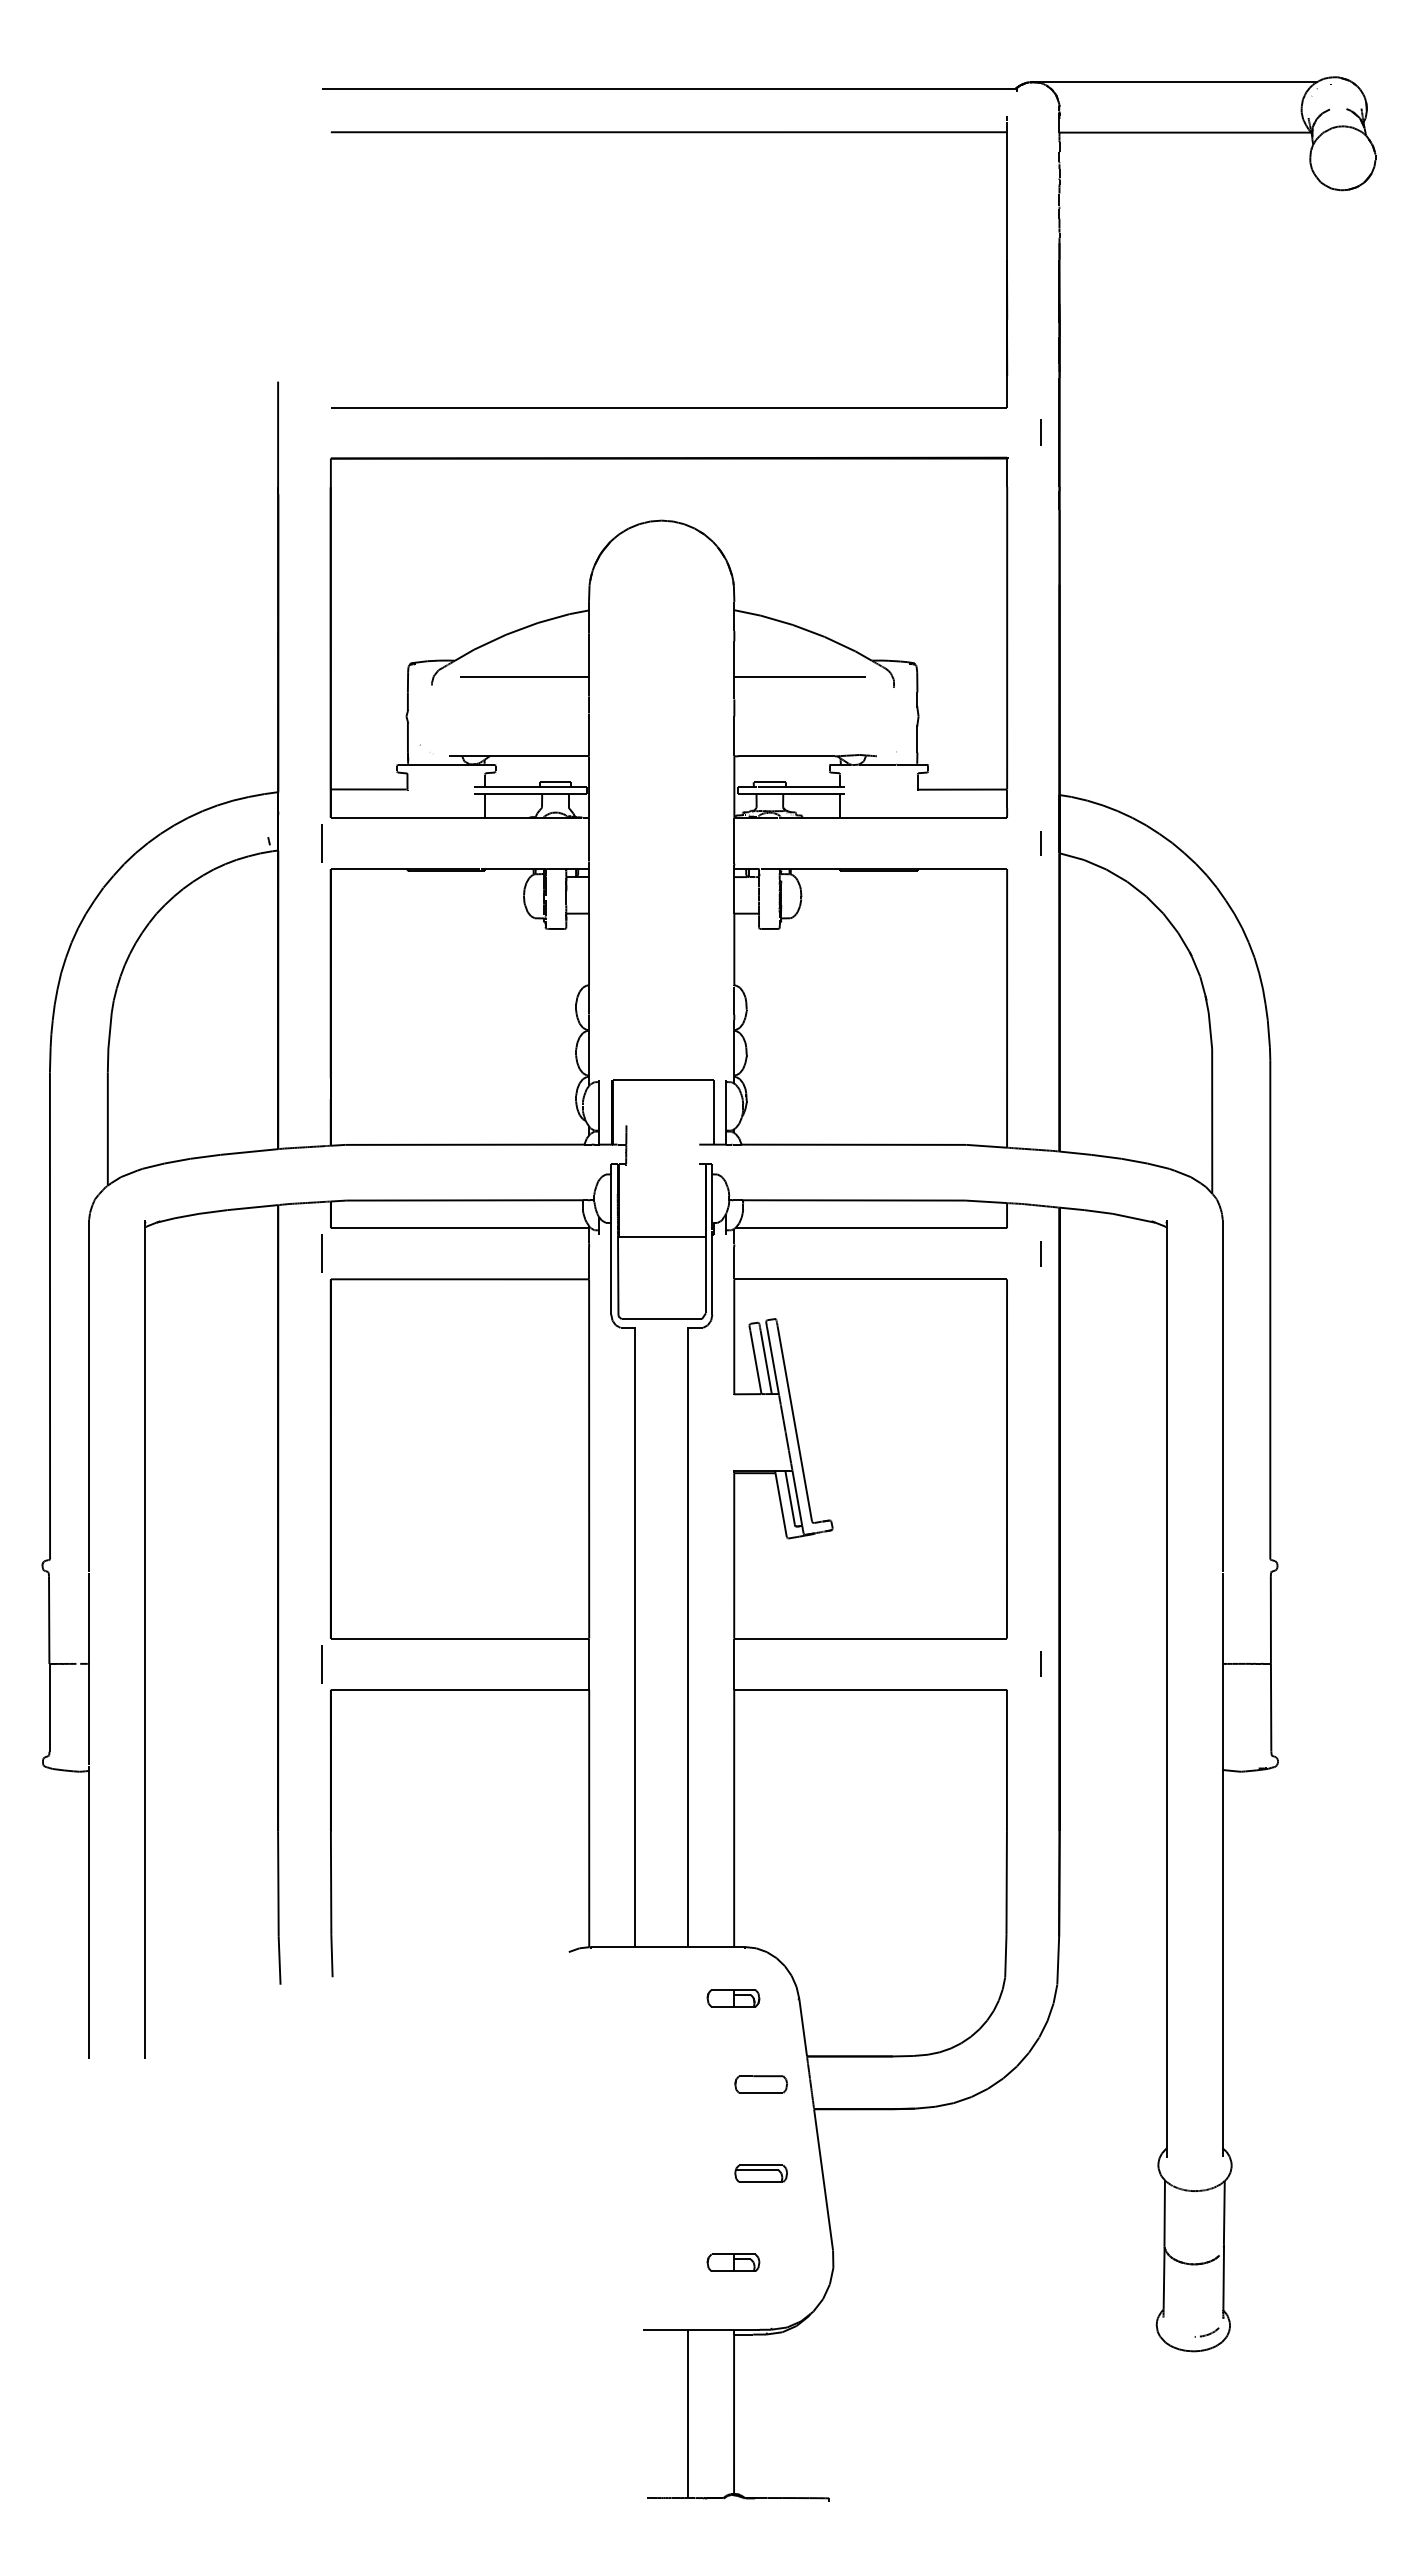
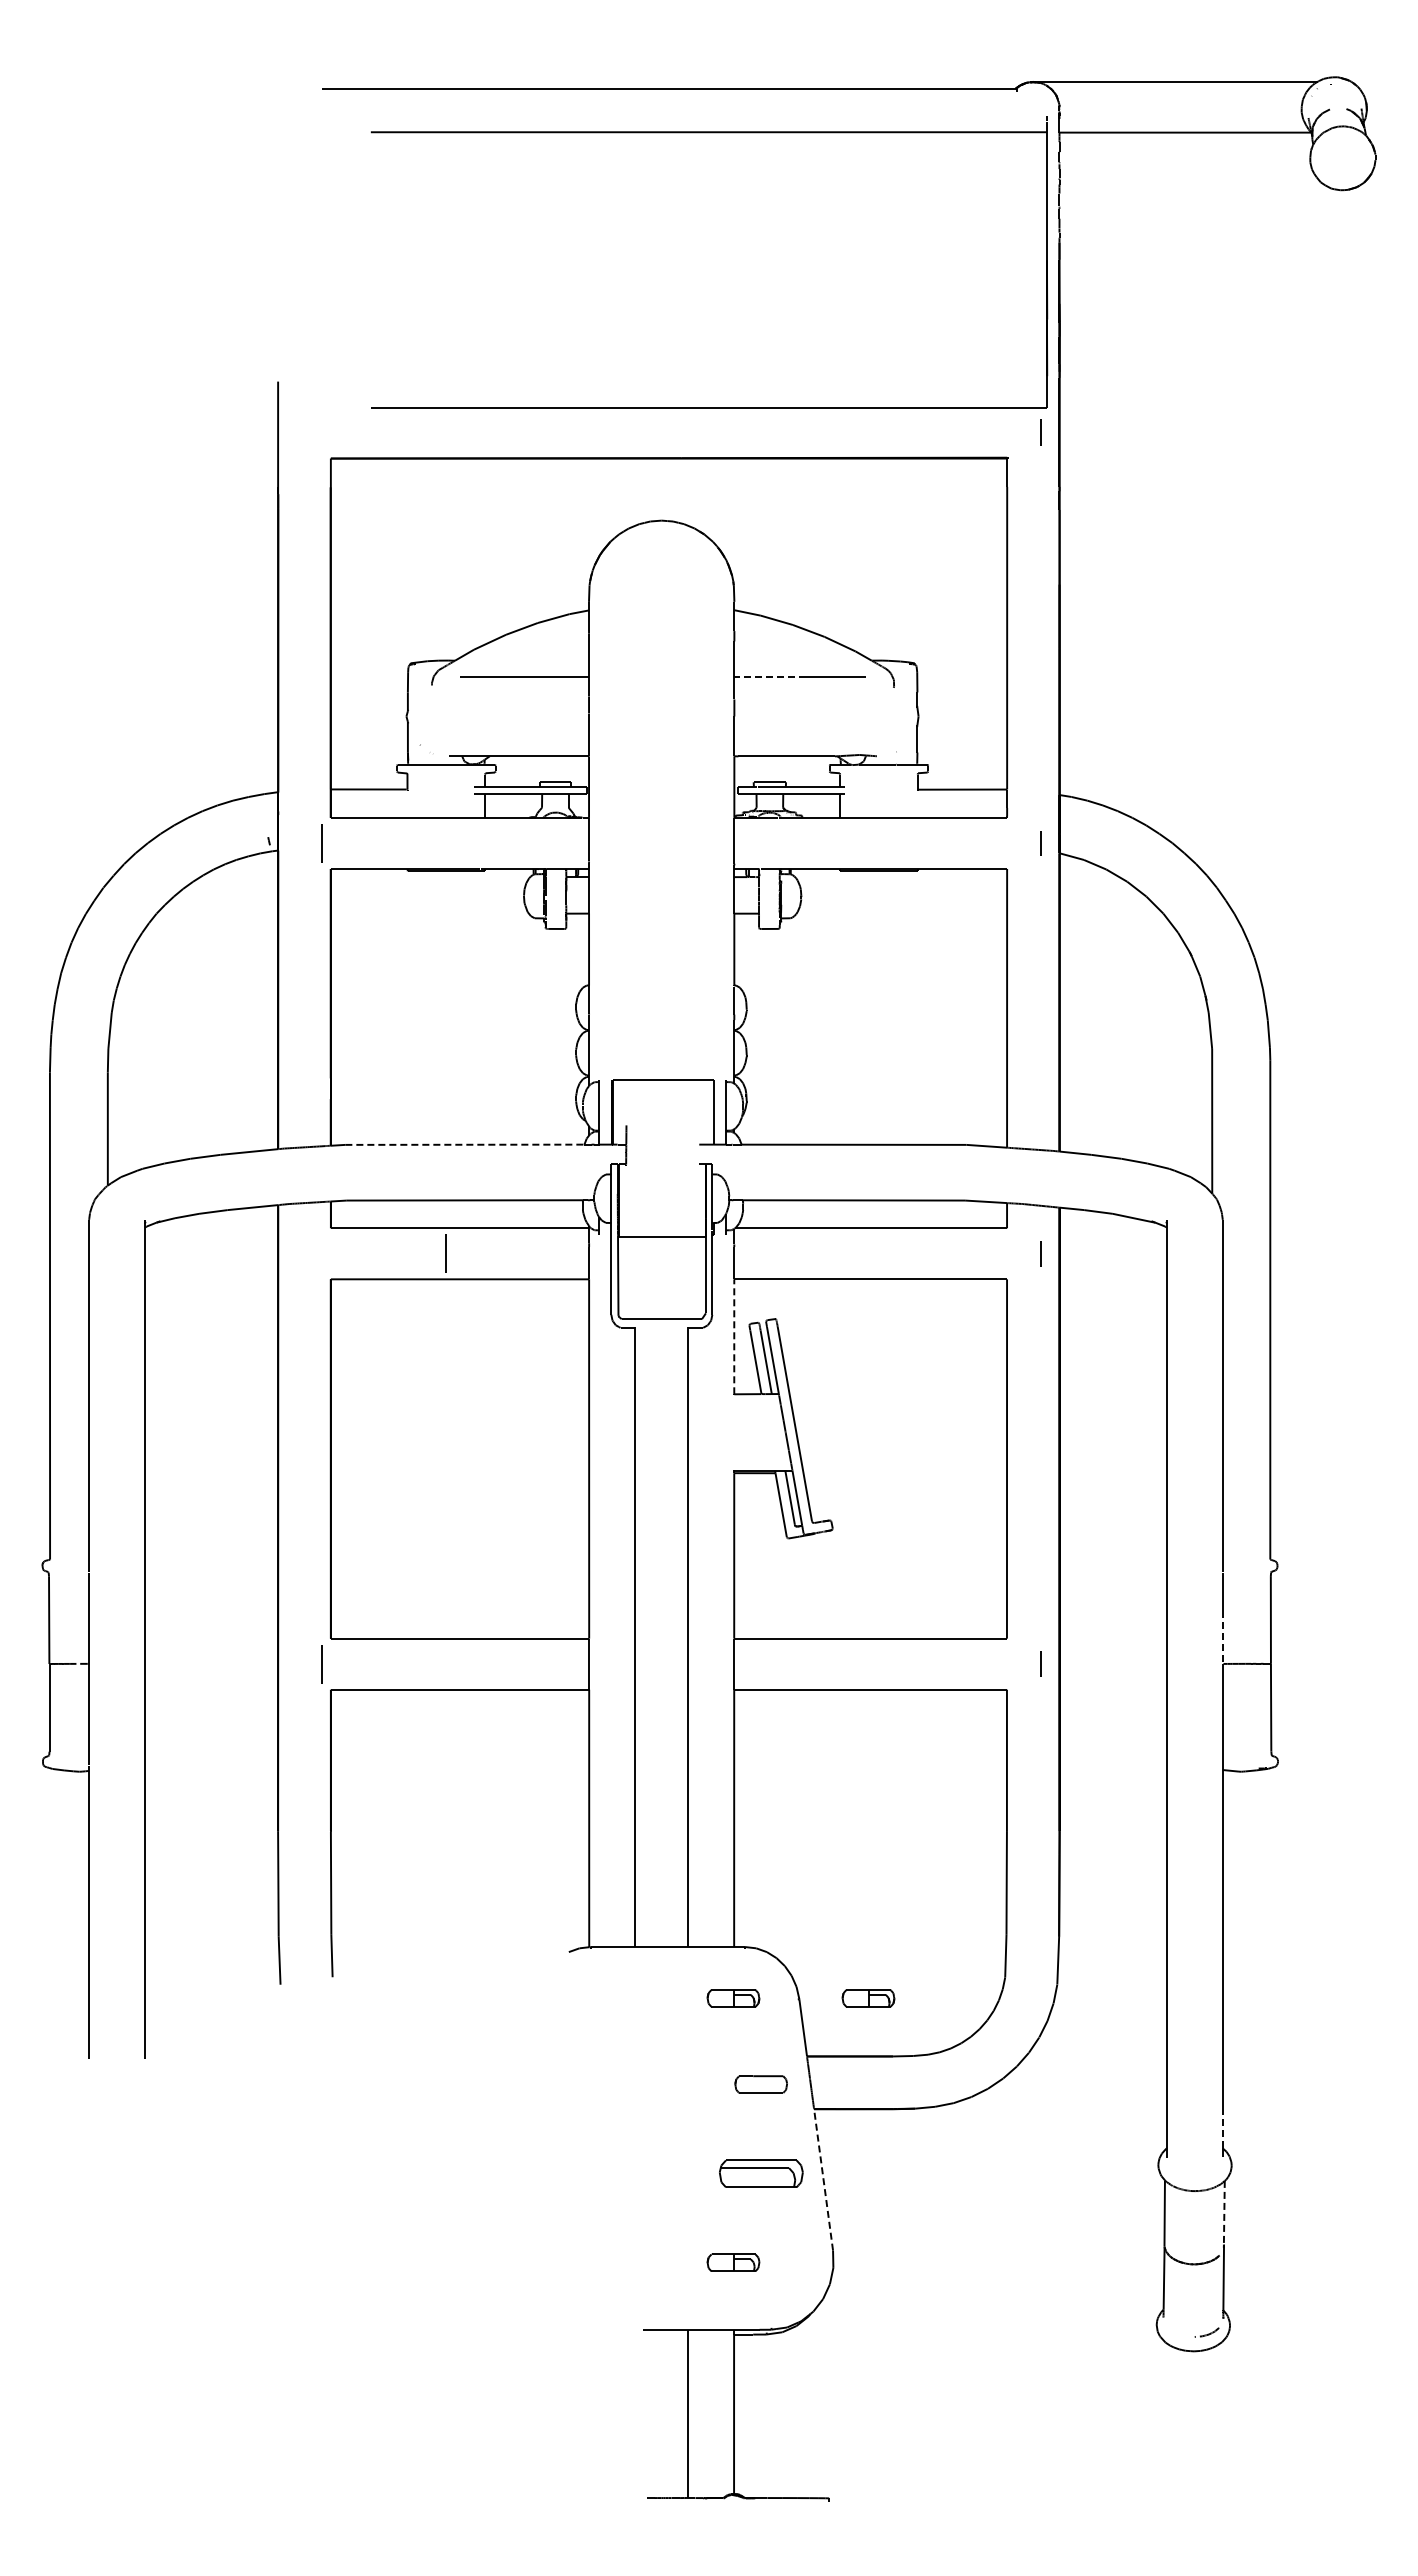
part at (669, 133) position: (669, 133) -> (709, 133)
line at (772, 676): solid -> dashed
line at (464, 1144): solid -> dashed
line at (321, 1253) position: (321, 1253) -> (445, 1253)
line at (734, 1336): solid -> dashed
line at (1222, 1638): solid -> dashed
part at (868, 1998): none -> present
line at (1222, 2128): solid -> dashed
part at (760, 2173) size: 54x19 px -> 85x29 px
line at (823, 2179): solid -> dashed
line at (1224, 2212): solid -> dashed
